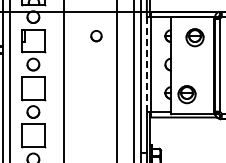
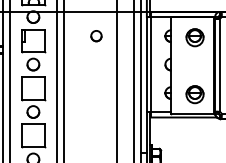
line at (146, 64): dashed -> solid
line at (56, 80): none -> present
part at (186, 94) position: (186, 94) -> (194, 94)
